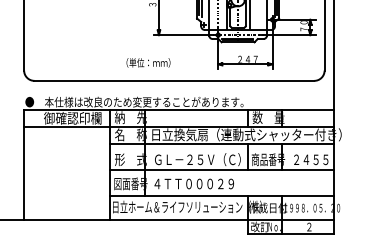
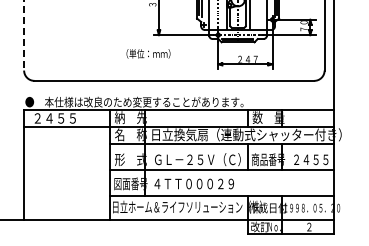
line at (24, 35): solid -> dashed
text at (148, 62) position: (148, 62) -> (148, 53)
text at (67, 118): 御確認印欄 -> ２４５５
